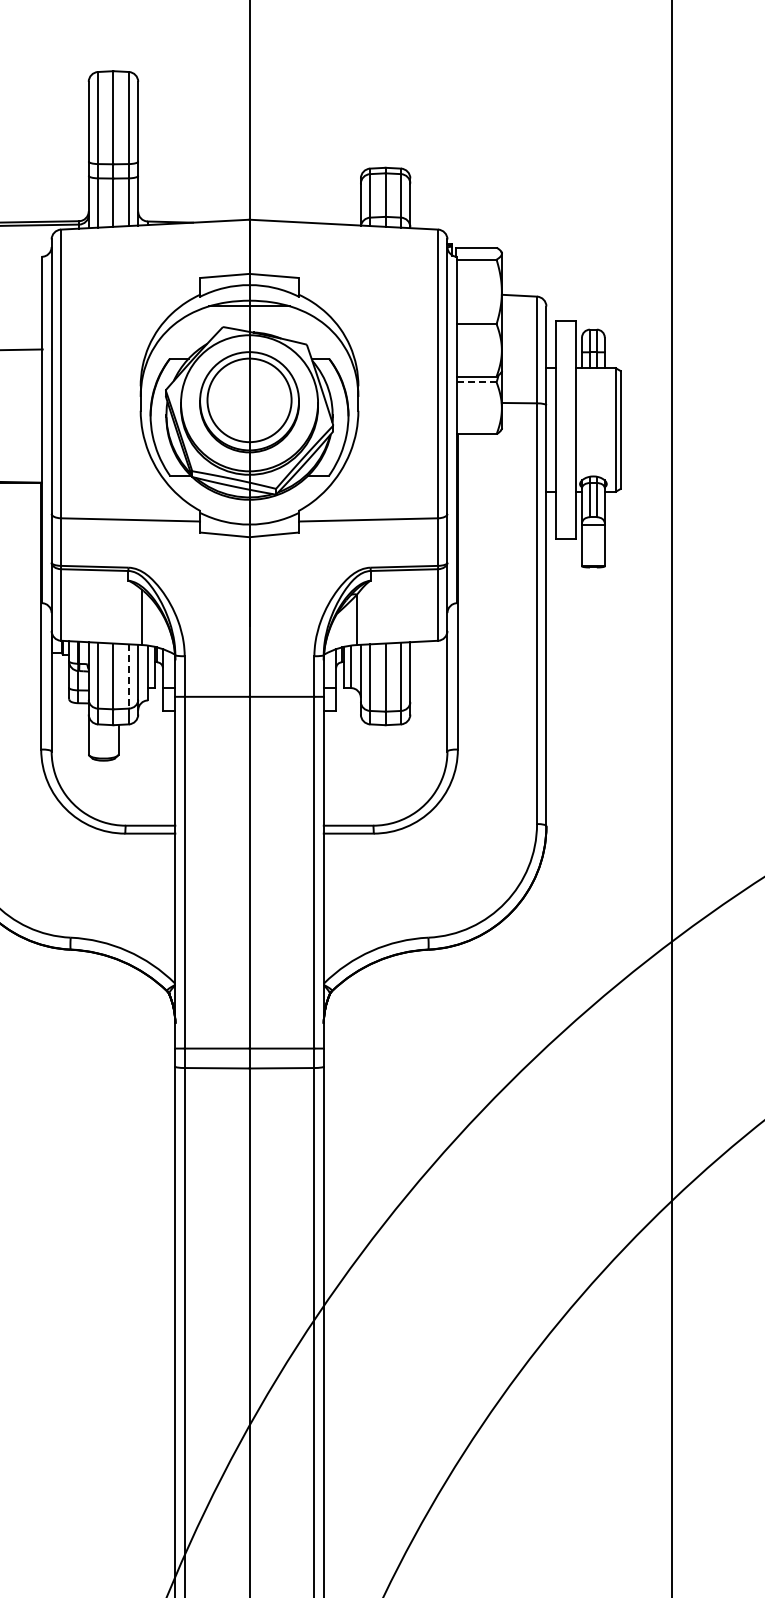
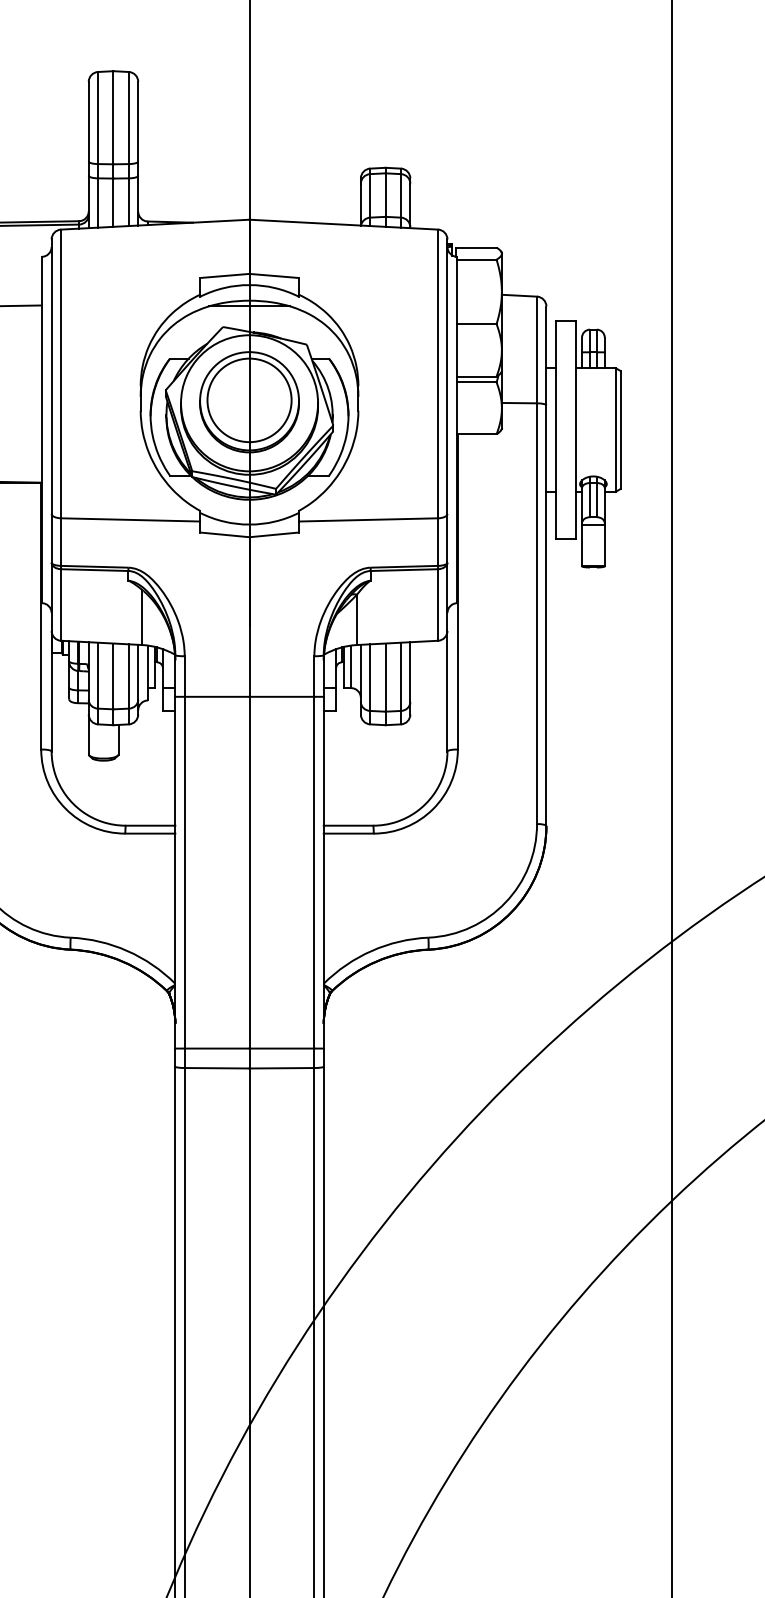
line at (22, 349) position: (22, 349) -> (21, 305)
line at (476, 382): dashed -> solid
line at (128, 676): dashed -> solid
